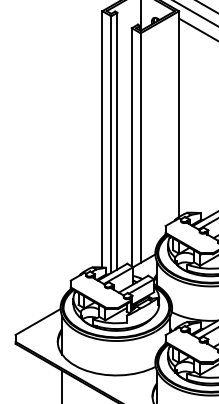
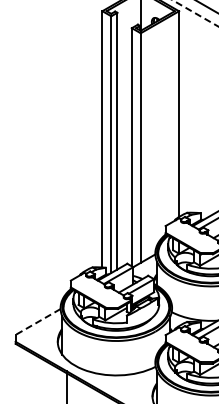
line at (194, 13): solid -> dashed
line at (197, 28): present -> none
line at (38, 322): solid -> dashed
line at (62, 385) position: (62, 385) -> (67, 385)
